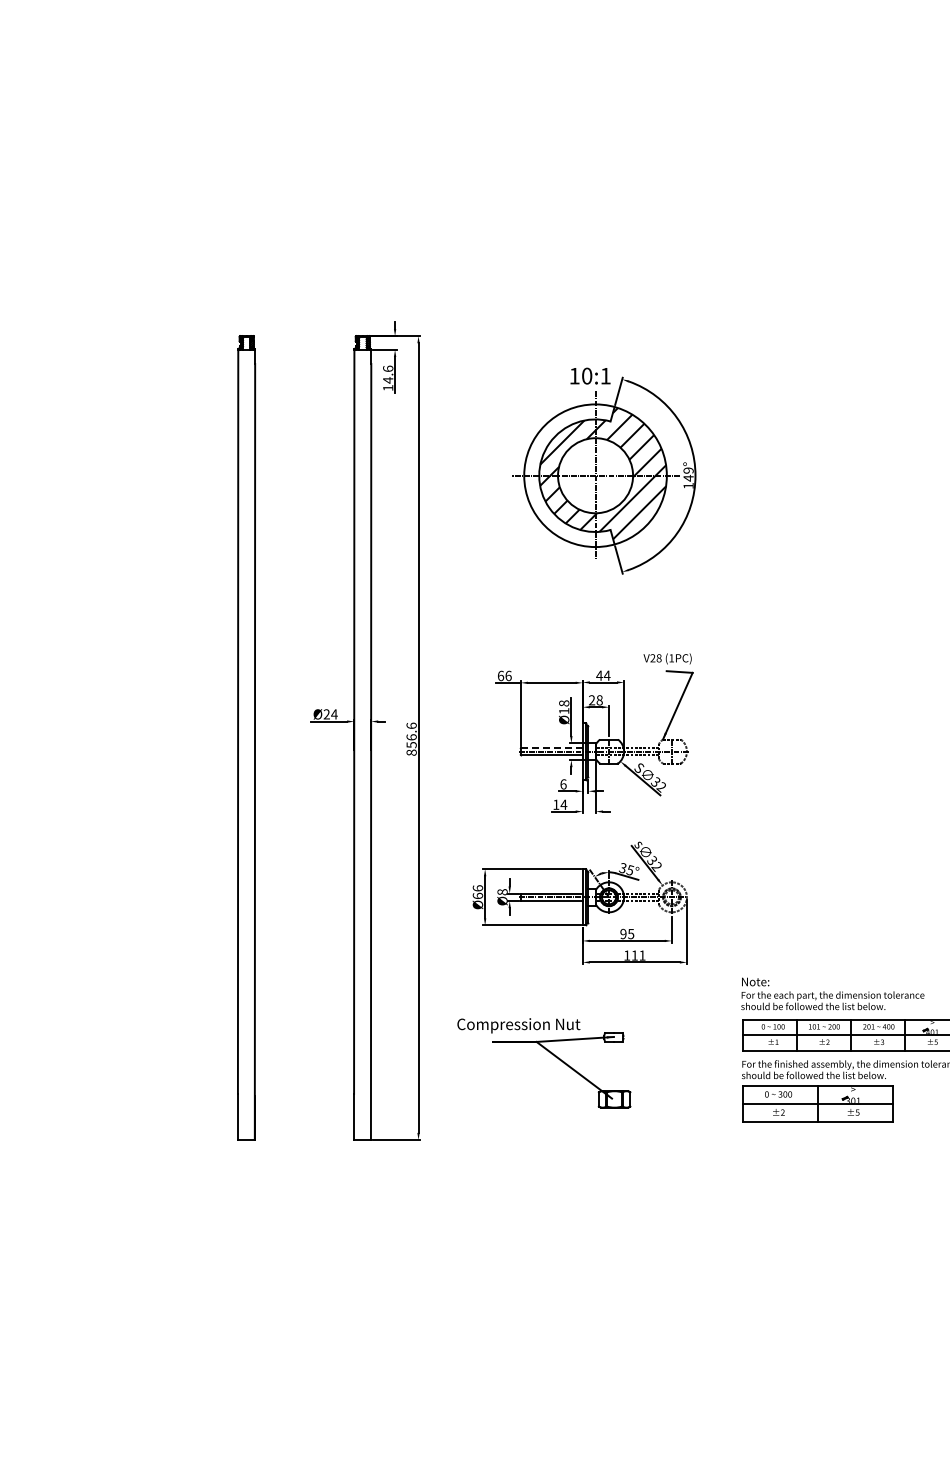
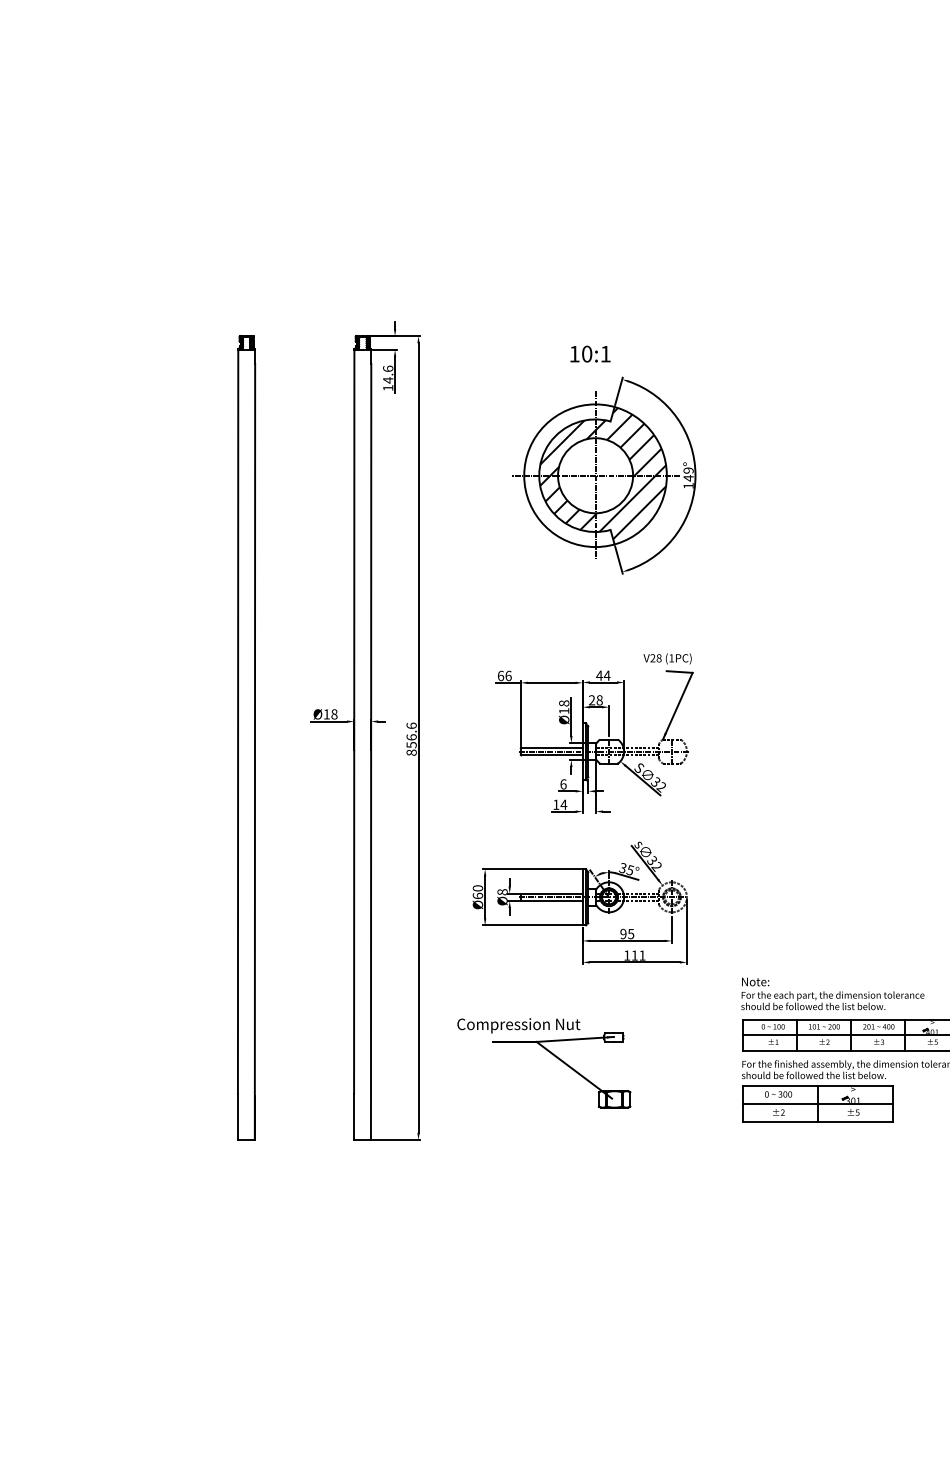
text at (590, 375) position: (590, 375) -> (590, 353)
text at (330, 714): Ø24 -> Ø18
line at (552, 747): dashed -> solid
text at (477, 888): Ø66 -> Ø60
